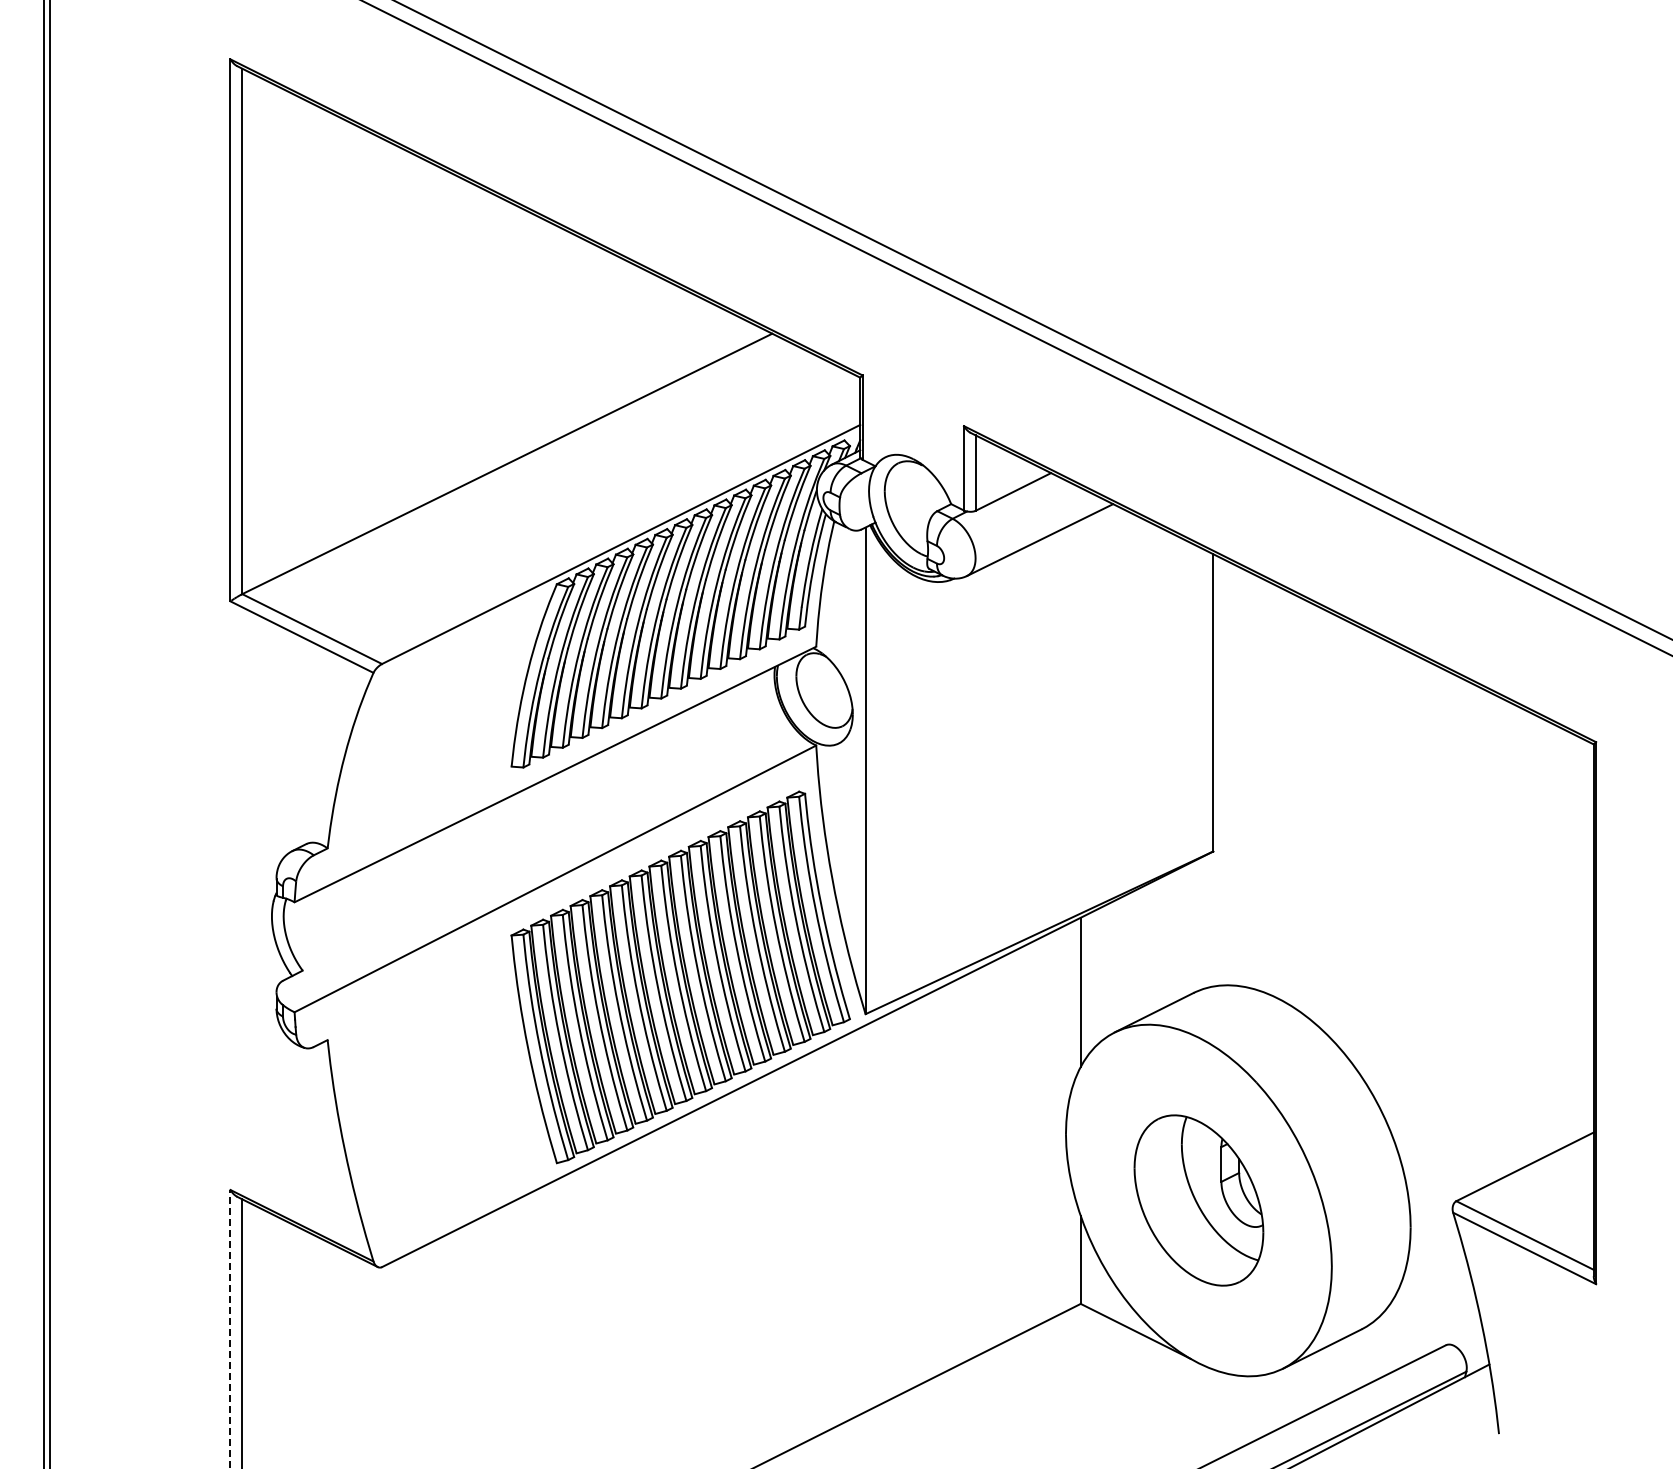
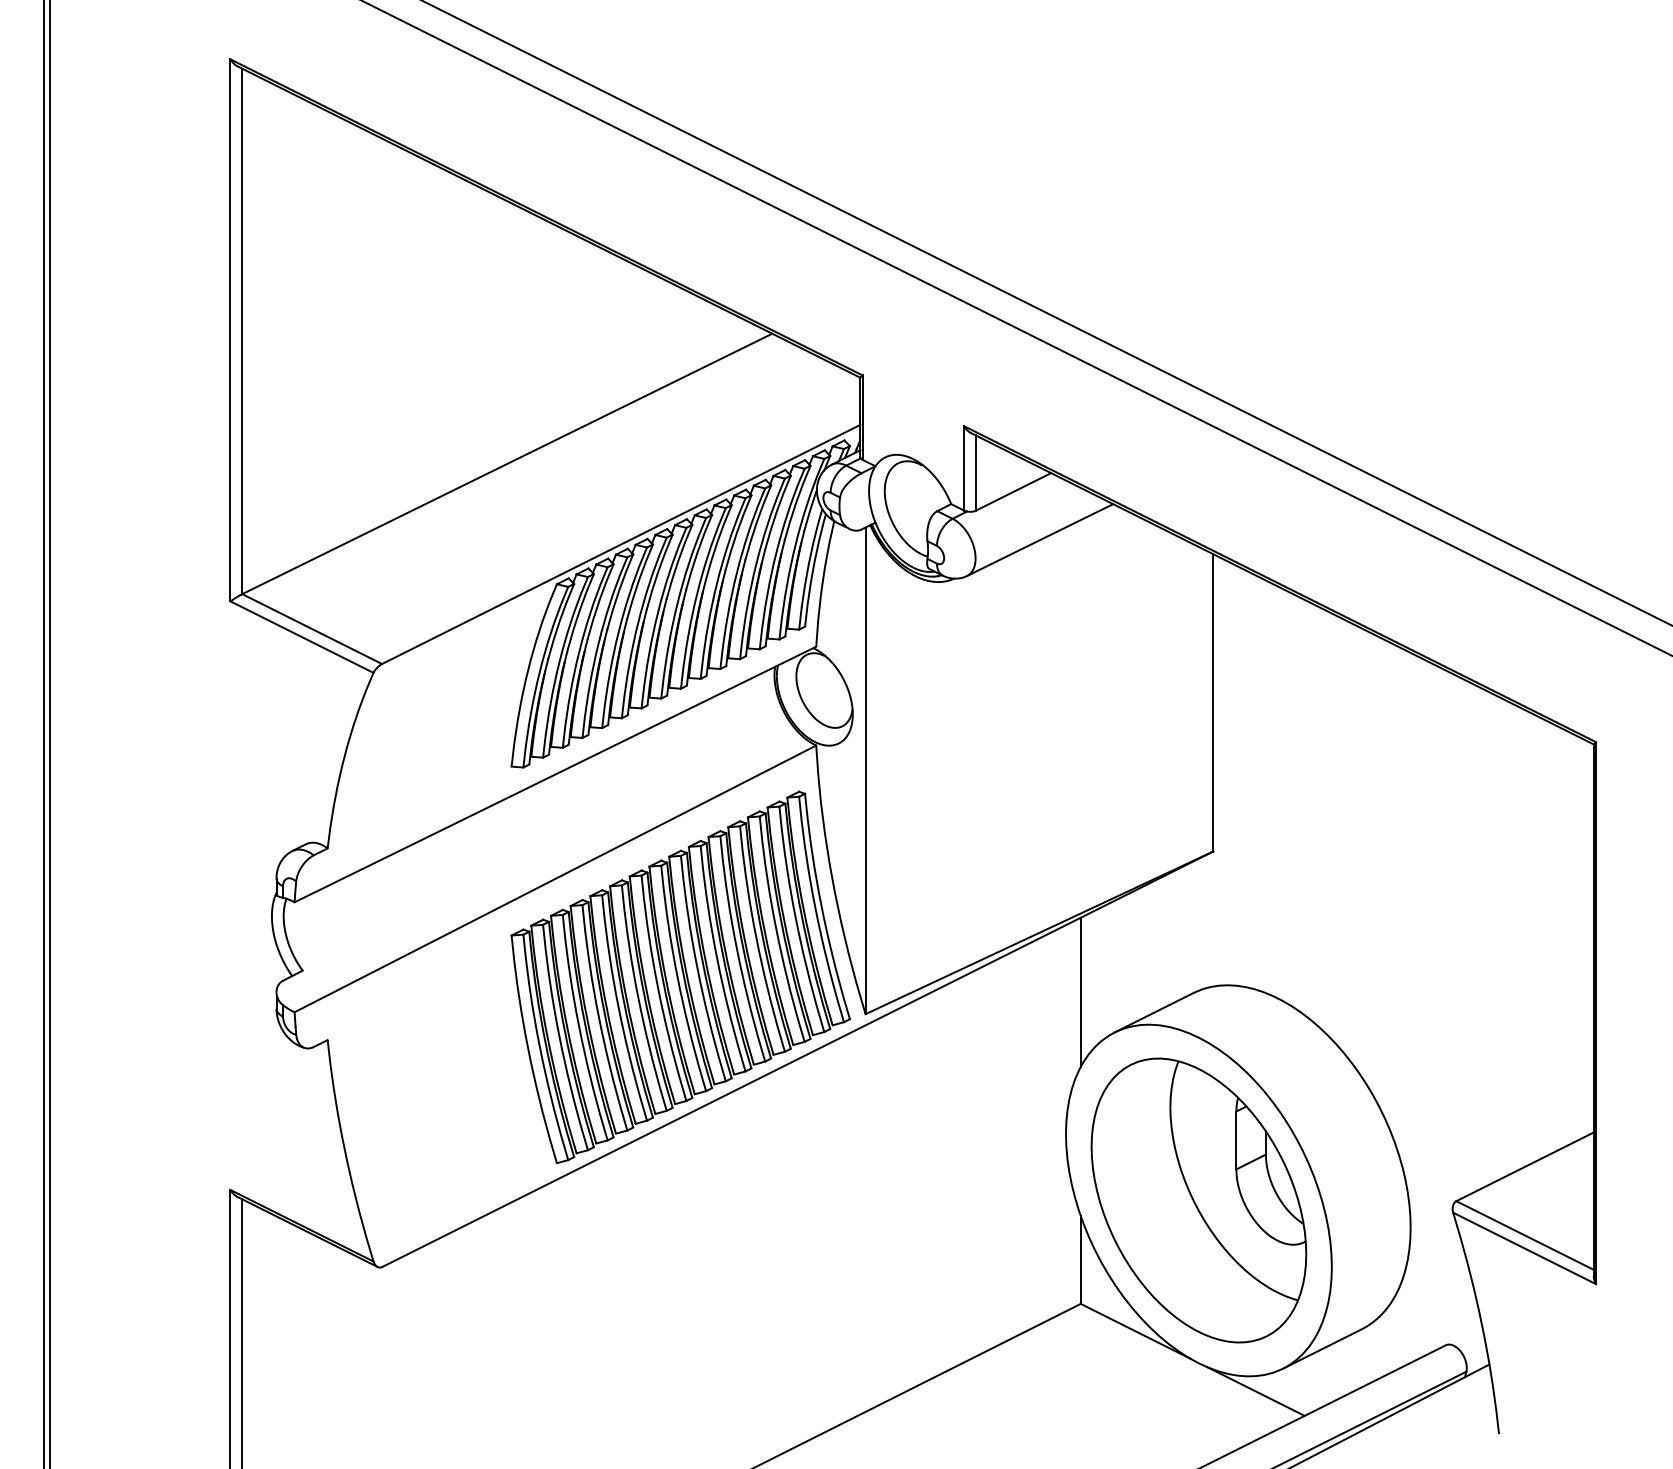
line at (1033, 320) position: (1033, 320) -> (1046, 313)
part at (1198, 1200) size: 132x173 px -> 218x287 px
line at (230, 1328): dashed -> solid
line at (1255, 1391): none -> present
